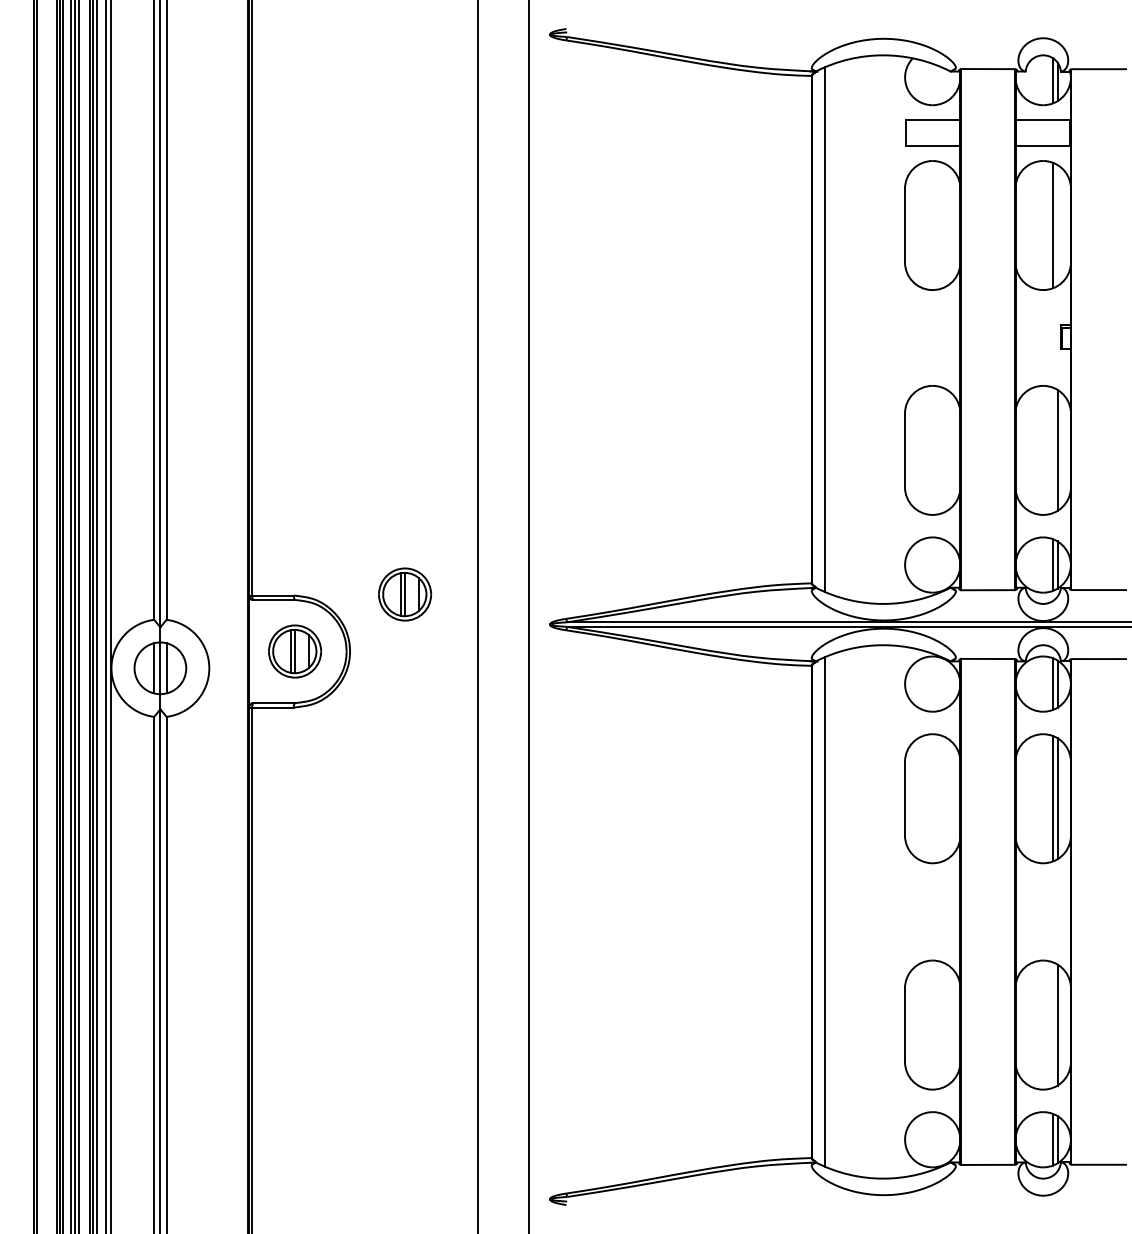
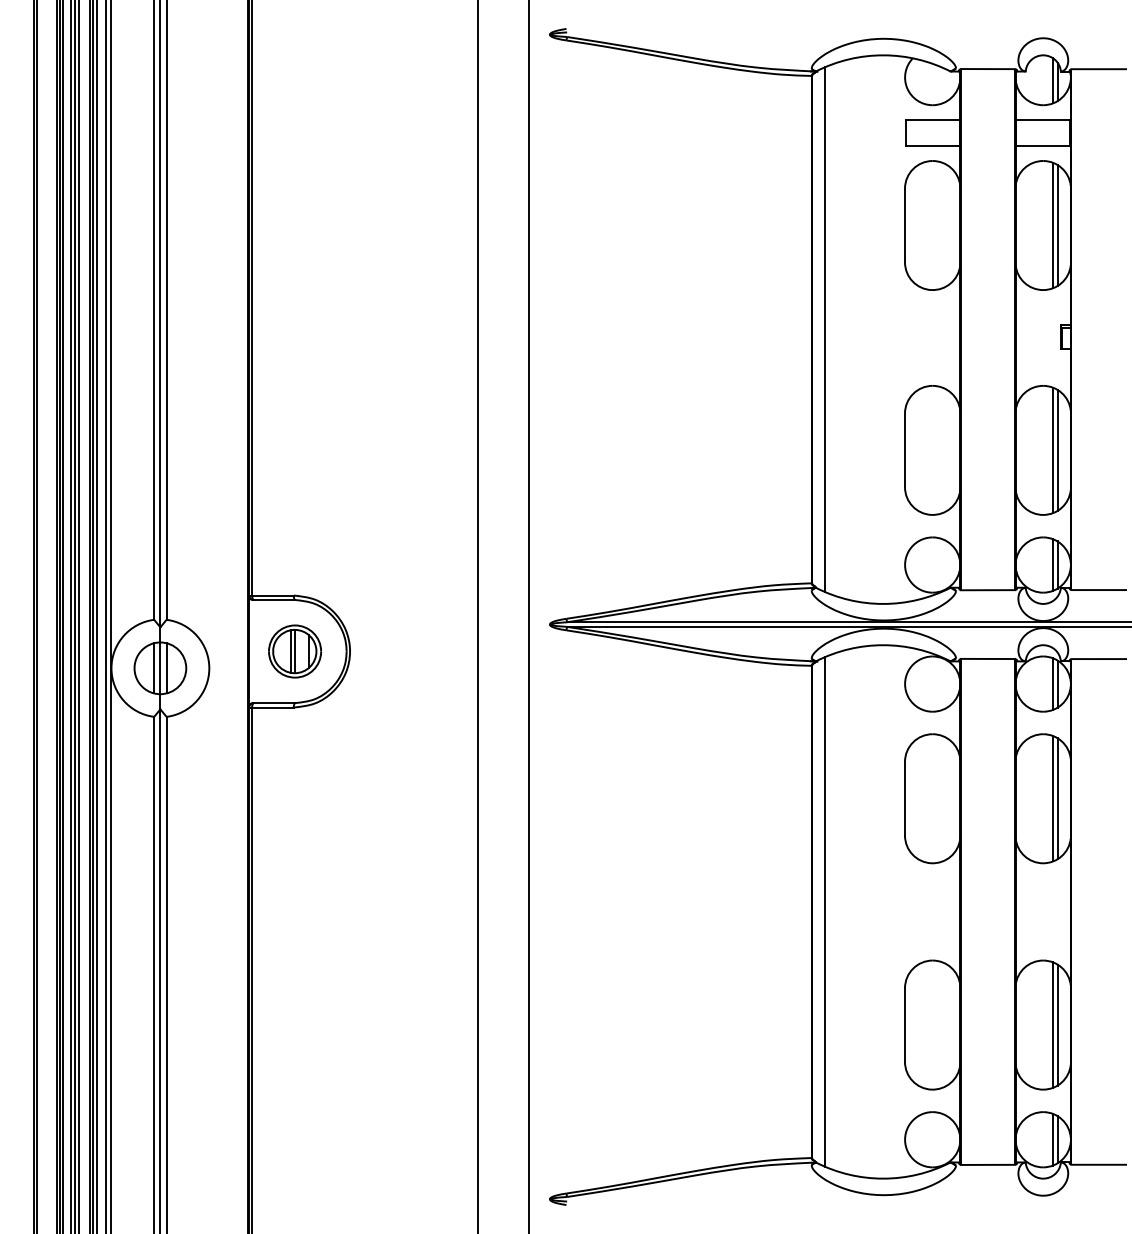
line at (1057, 225): none -> present
line at (1053, 450): none -> present
part at (405, 594): present -> none
line at (1053, 1024): none -> present
